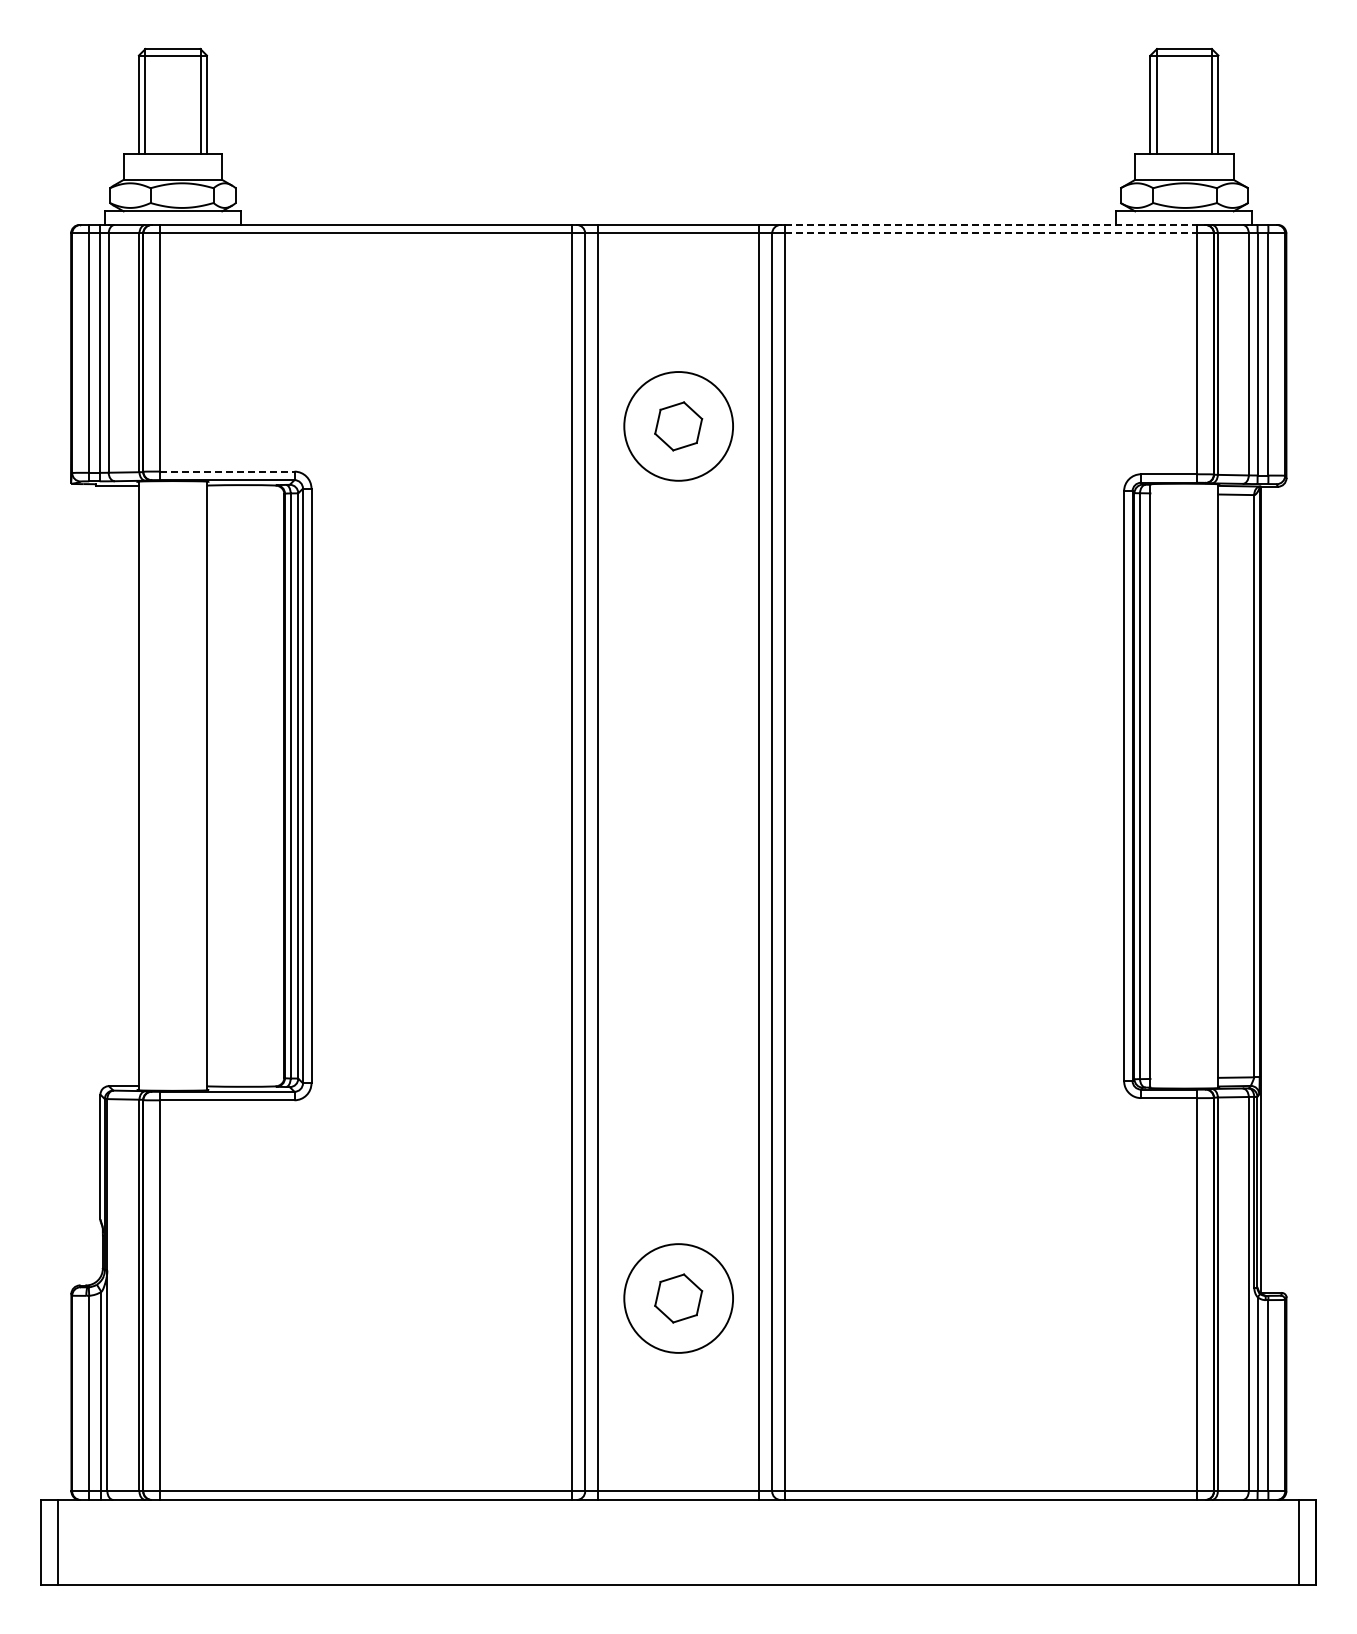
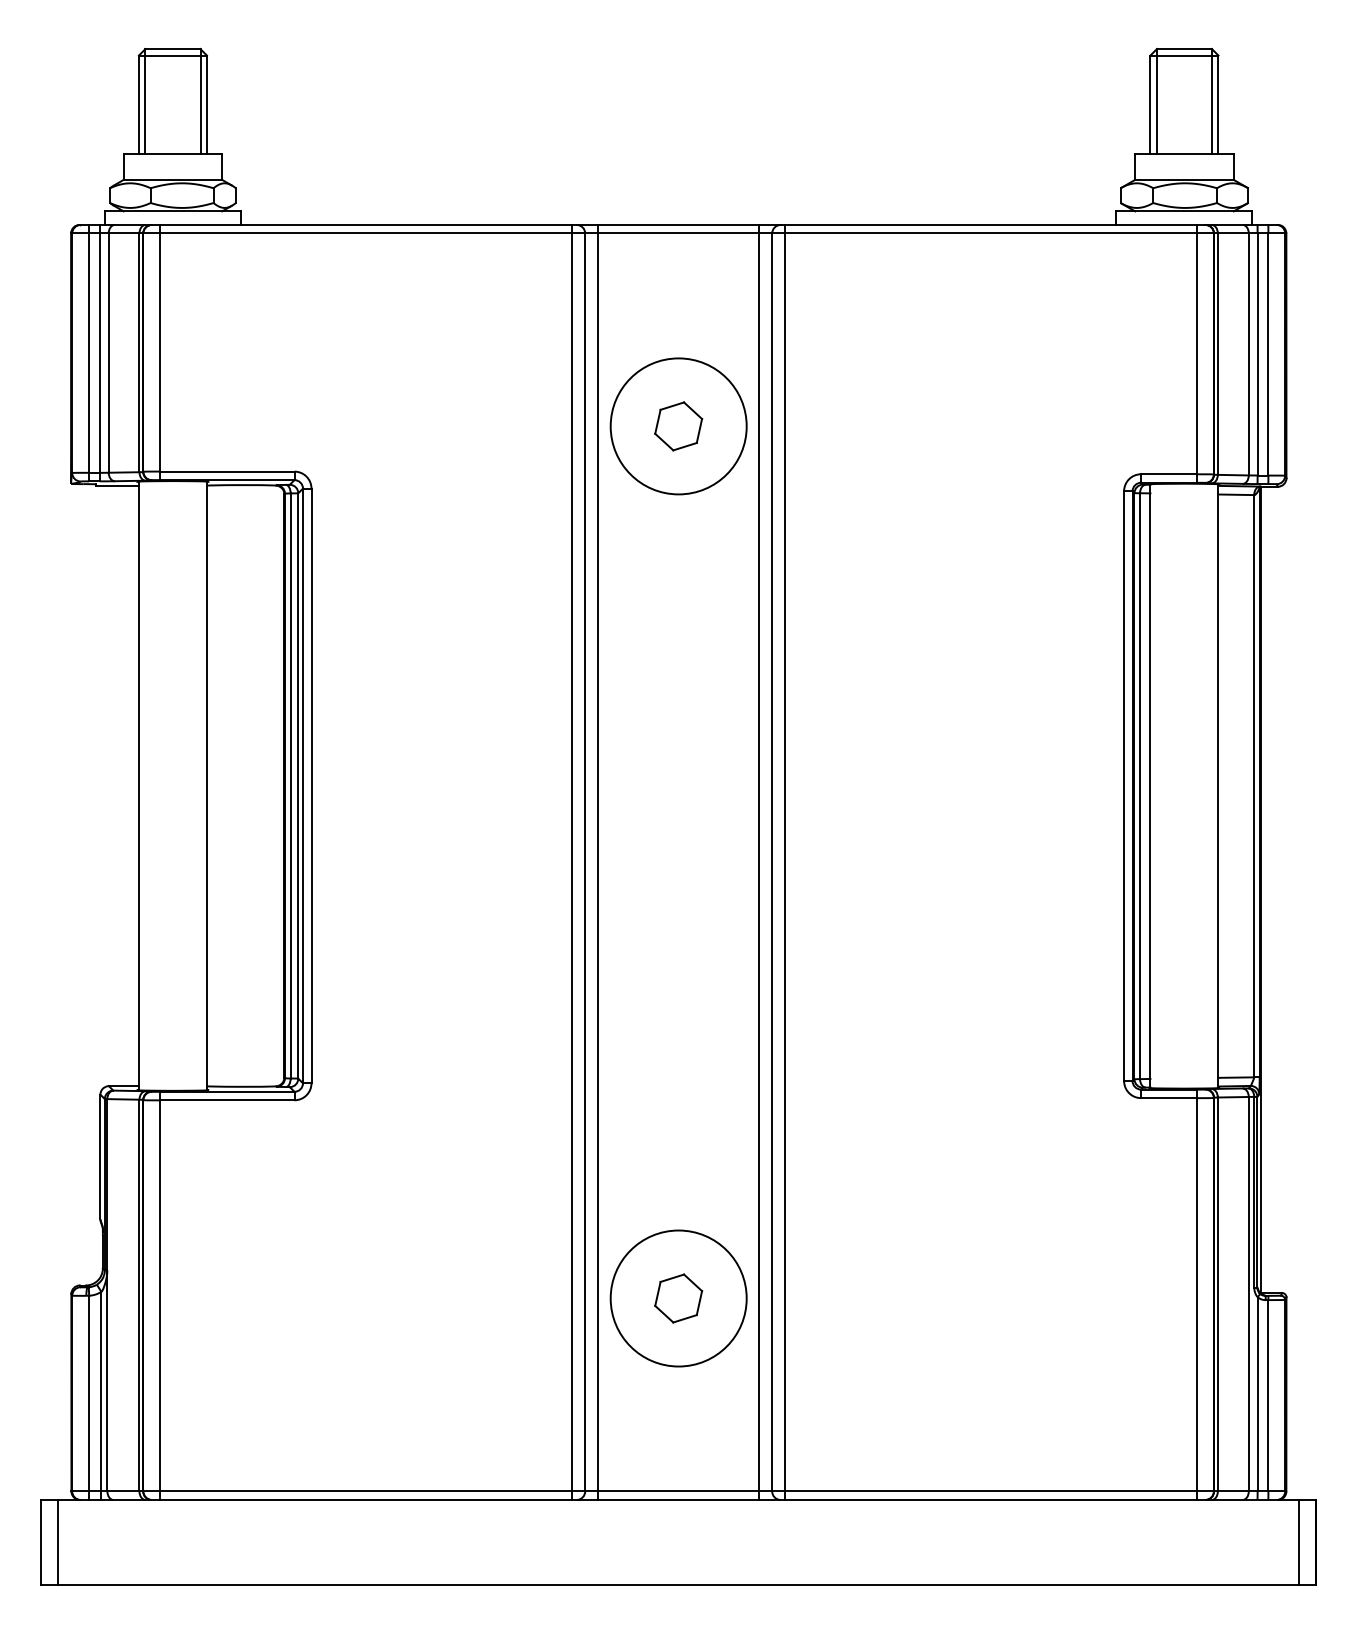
line at (990, 224): dashed -> solid
line at (990, 233): dashed -> solid
circle at (678, 426) diameter: 109 px -> 136 px
line at (227, 471): dashed -> solid
circle at (678, 1298) diameter: 109 px -> 136 px
